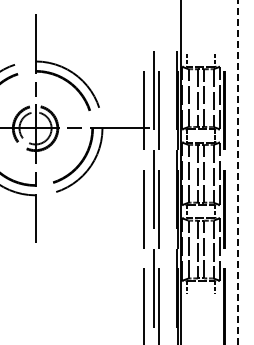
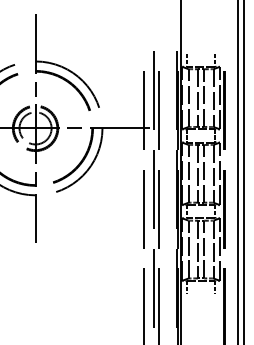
line at (243, 171): none -> present
line at (237, 172): dashed -> solid
